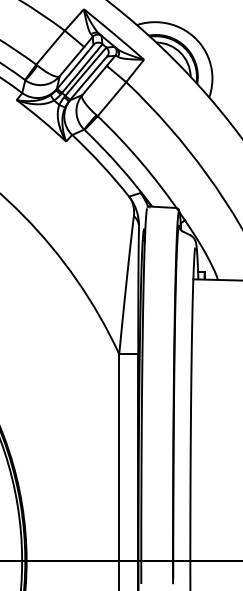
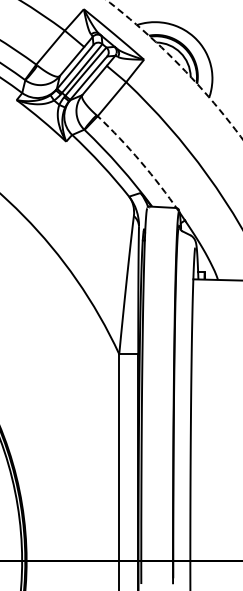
circle at (174, 69): solid -> dashed
arc at (140, 161): solid -> dashed
